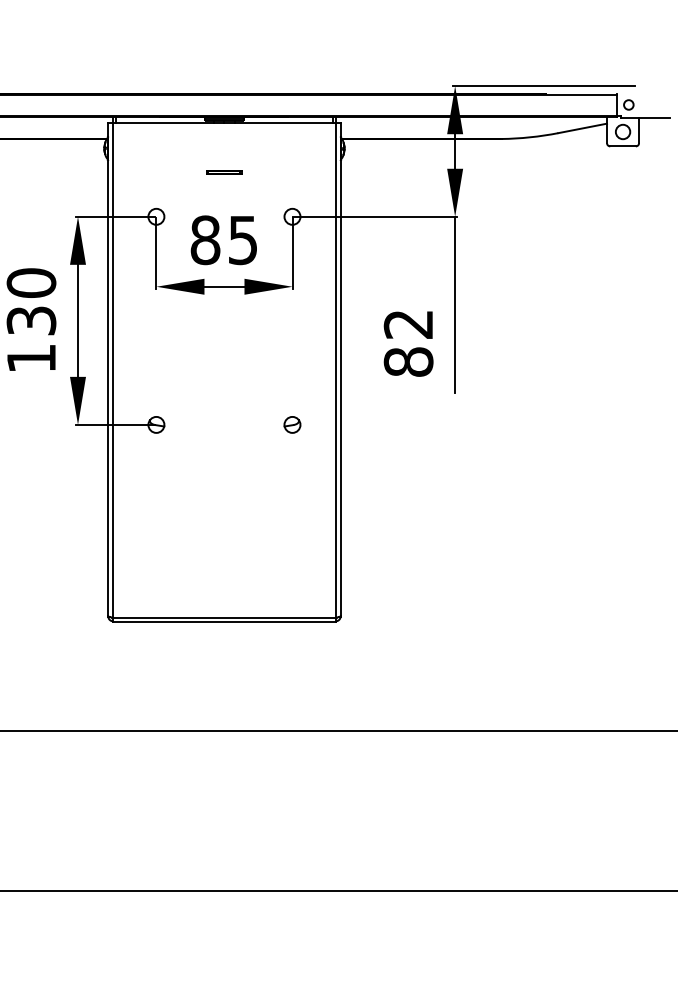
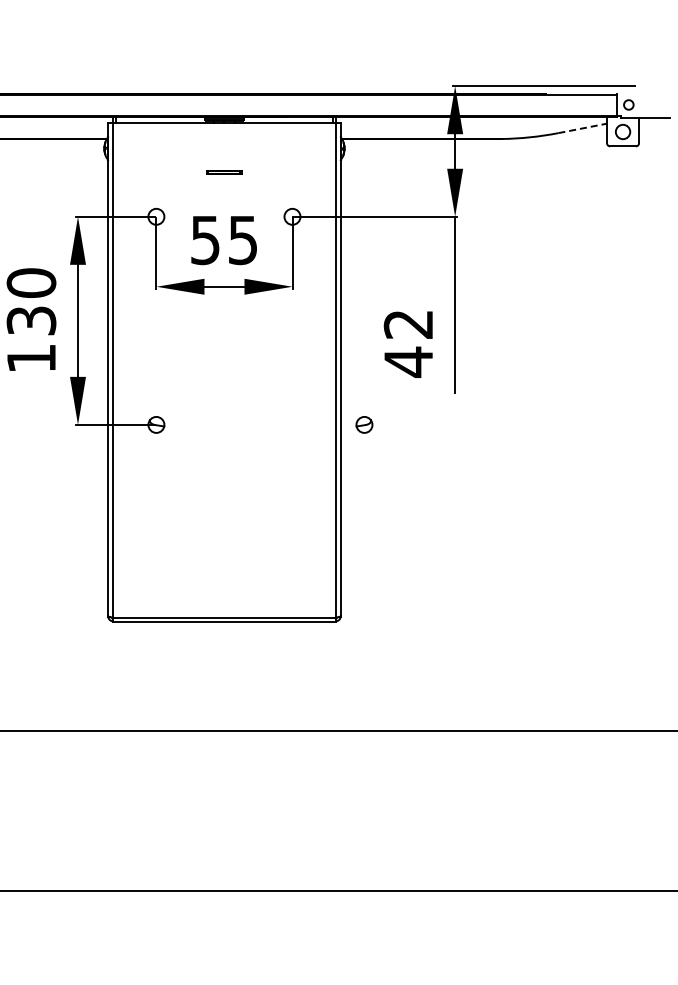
line at (582, 128): solid -> dashed
text at (205, 240): 85 -> 55
text at (408, 361): 82 -> 42
part at (292, 424) position: (292, 424) -> (364, 424)
